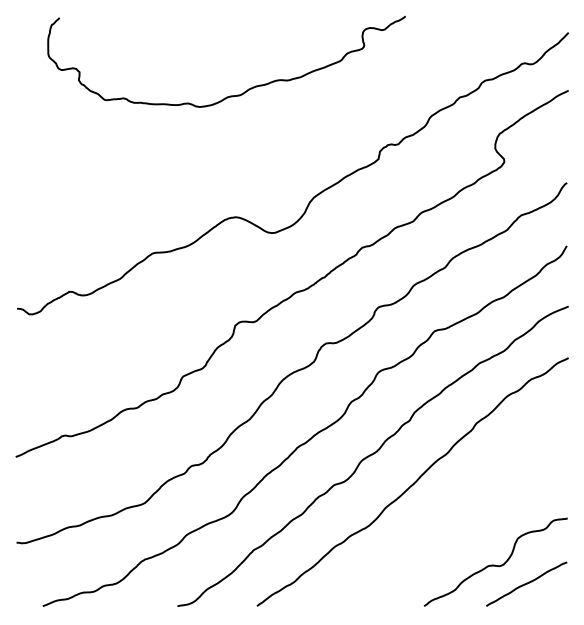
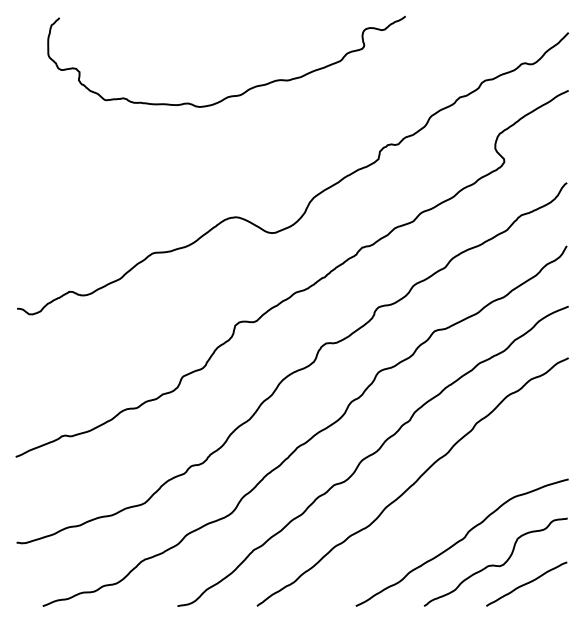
curve at (460, 541): none -> present
